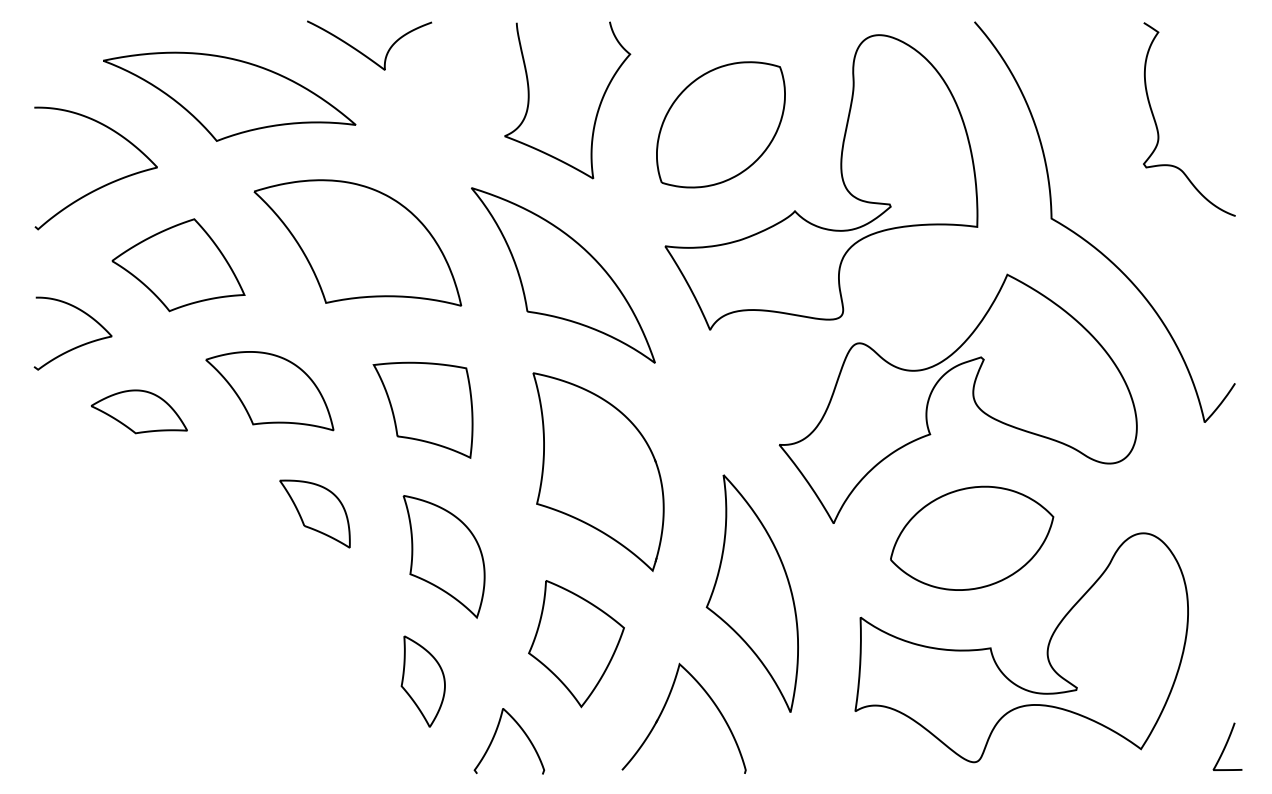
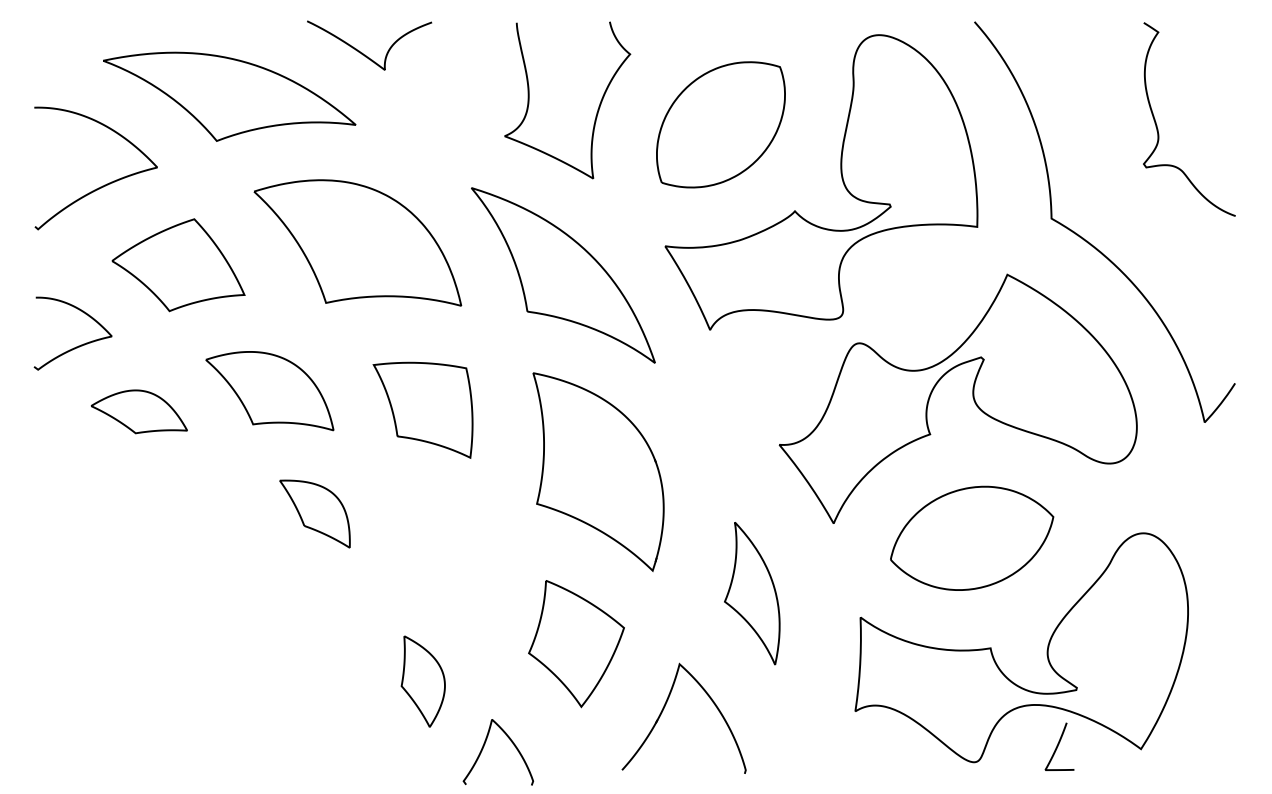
part at (443, 556): present -> none
part at (751, 593) size: 94x239 px -> 57x144 px
curve at (495, 735) position: (495, 735) -> (484, 746)
curve at (1226, 746) position: (1226, 746) -> (1058, 746)
